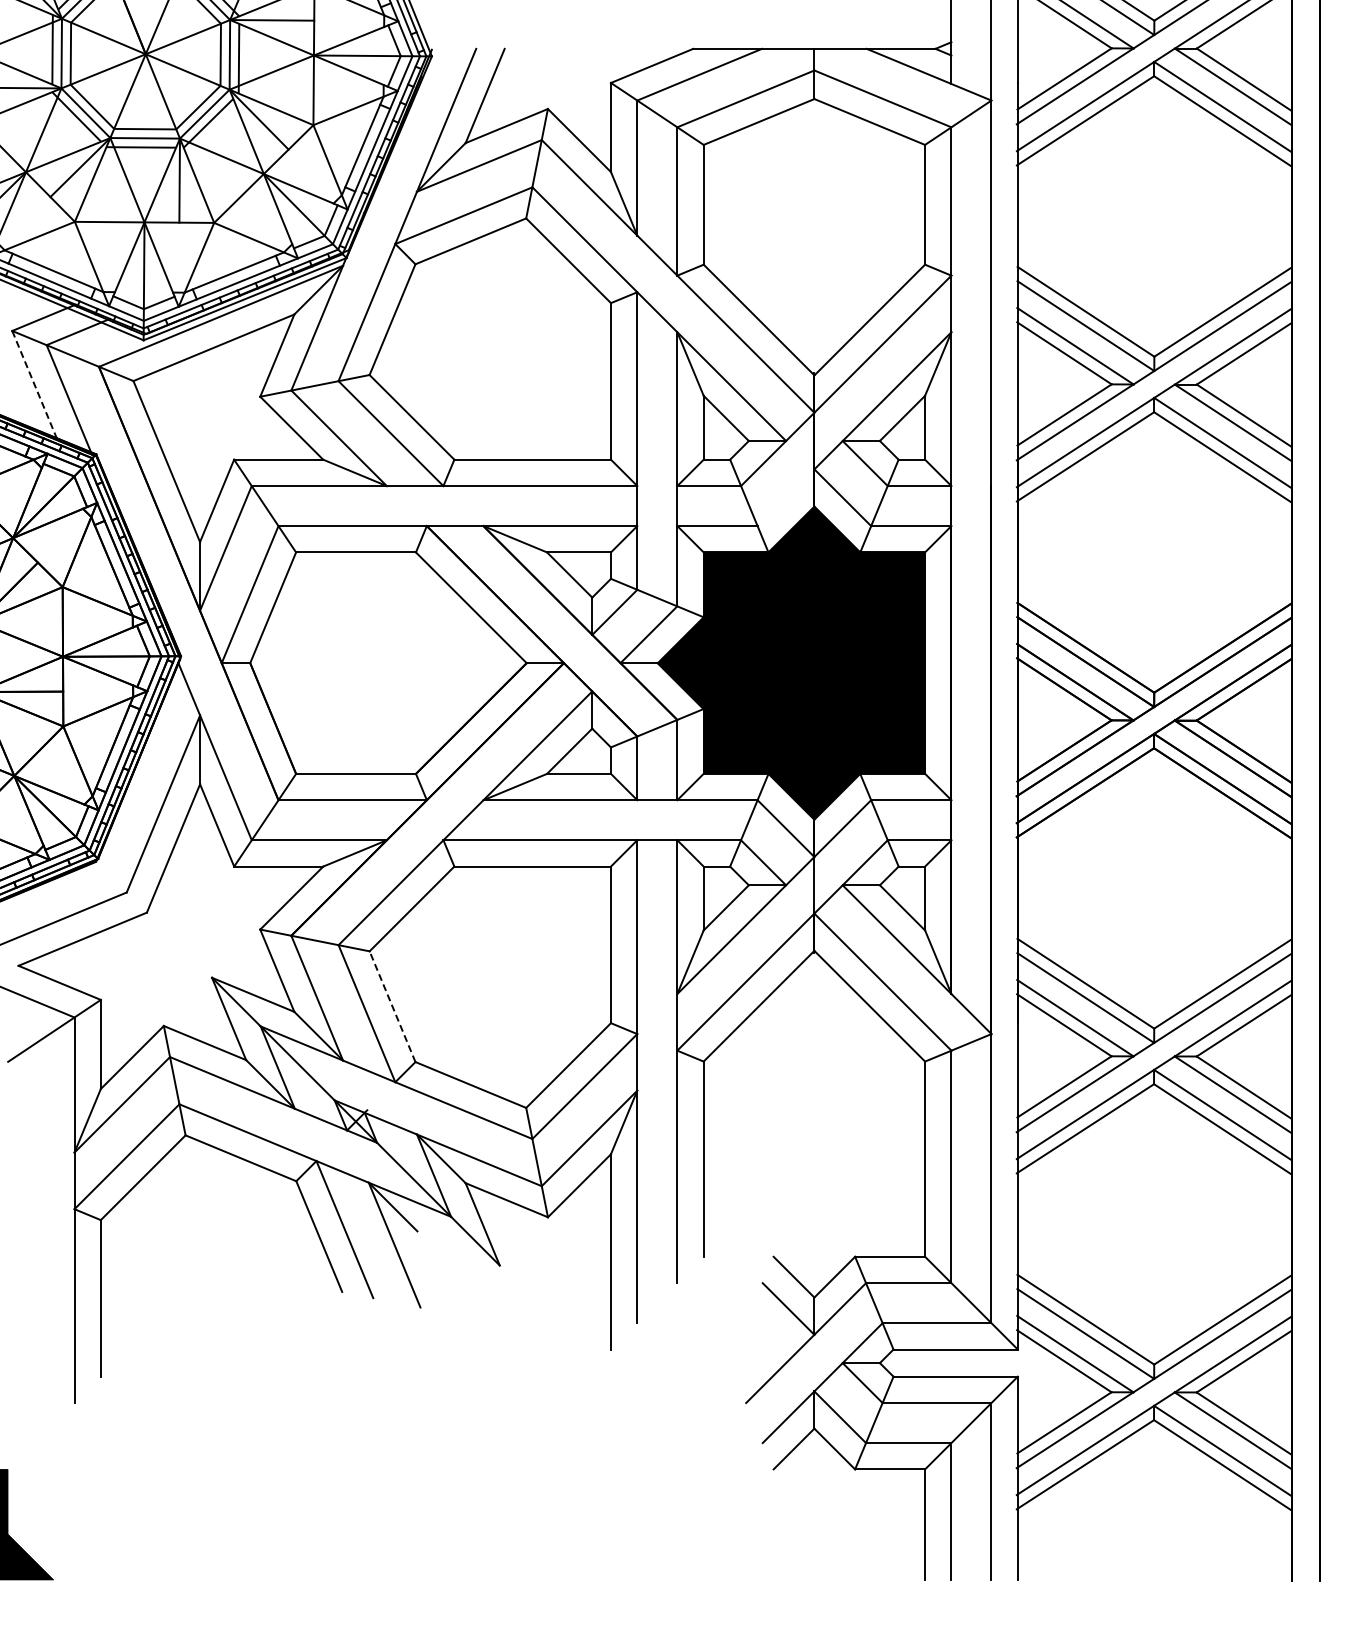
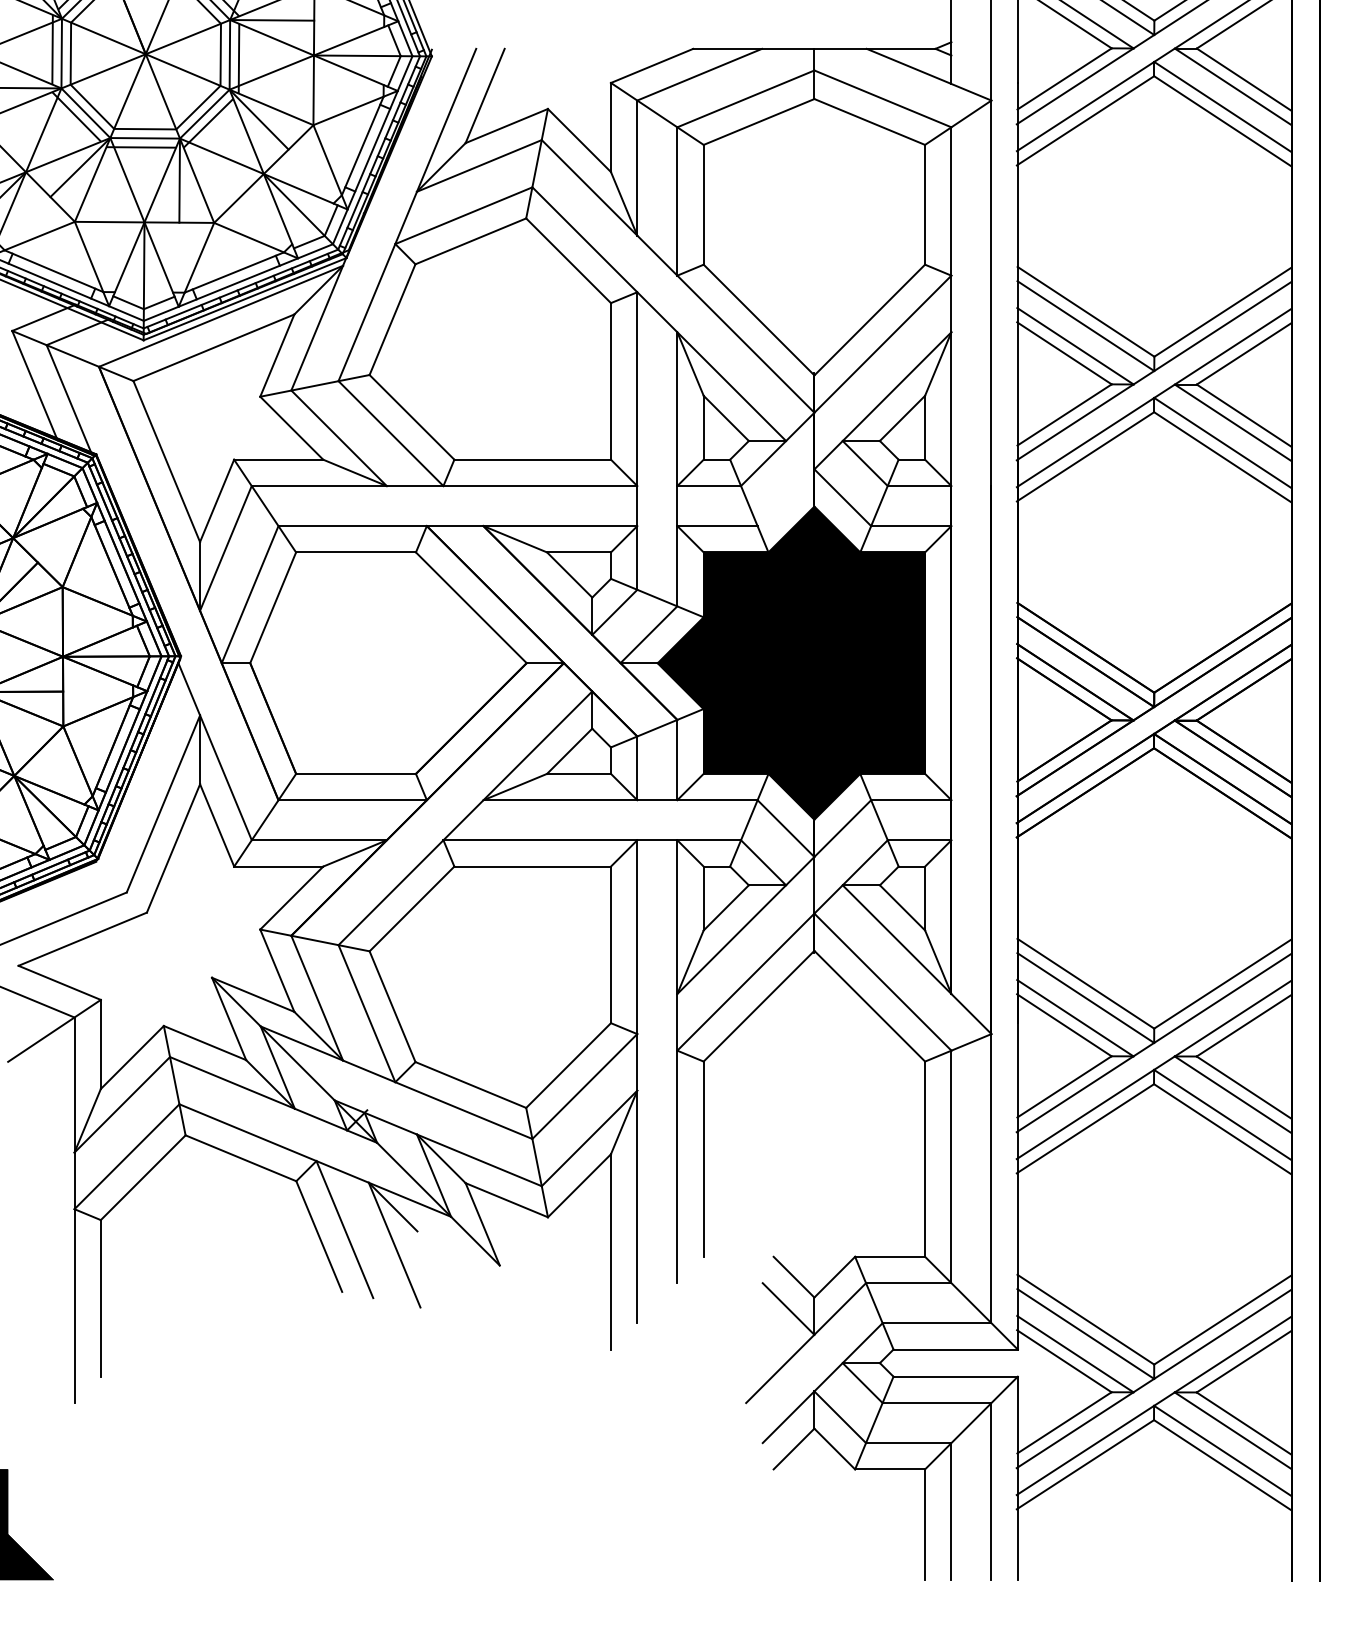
line at (35, 386): dashed -> solid
line at (392, 1006): dashed -> solid
